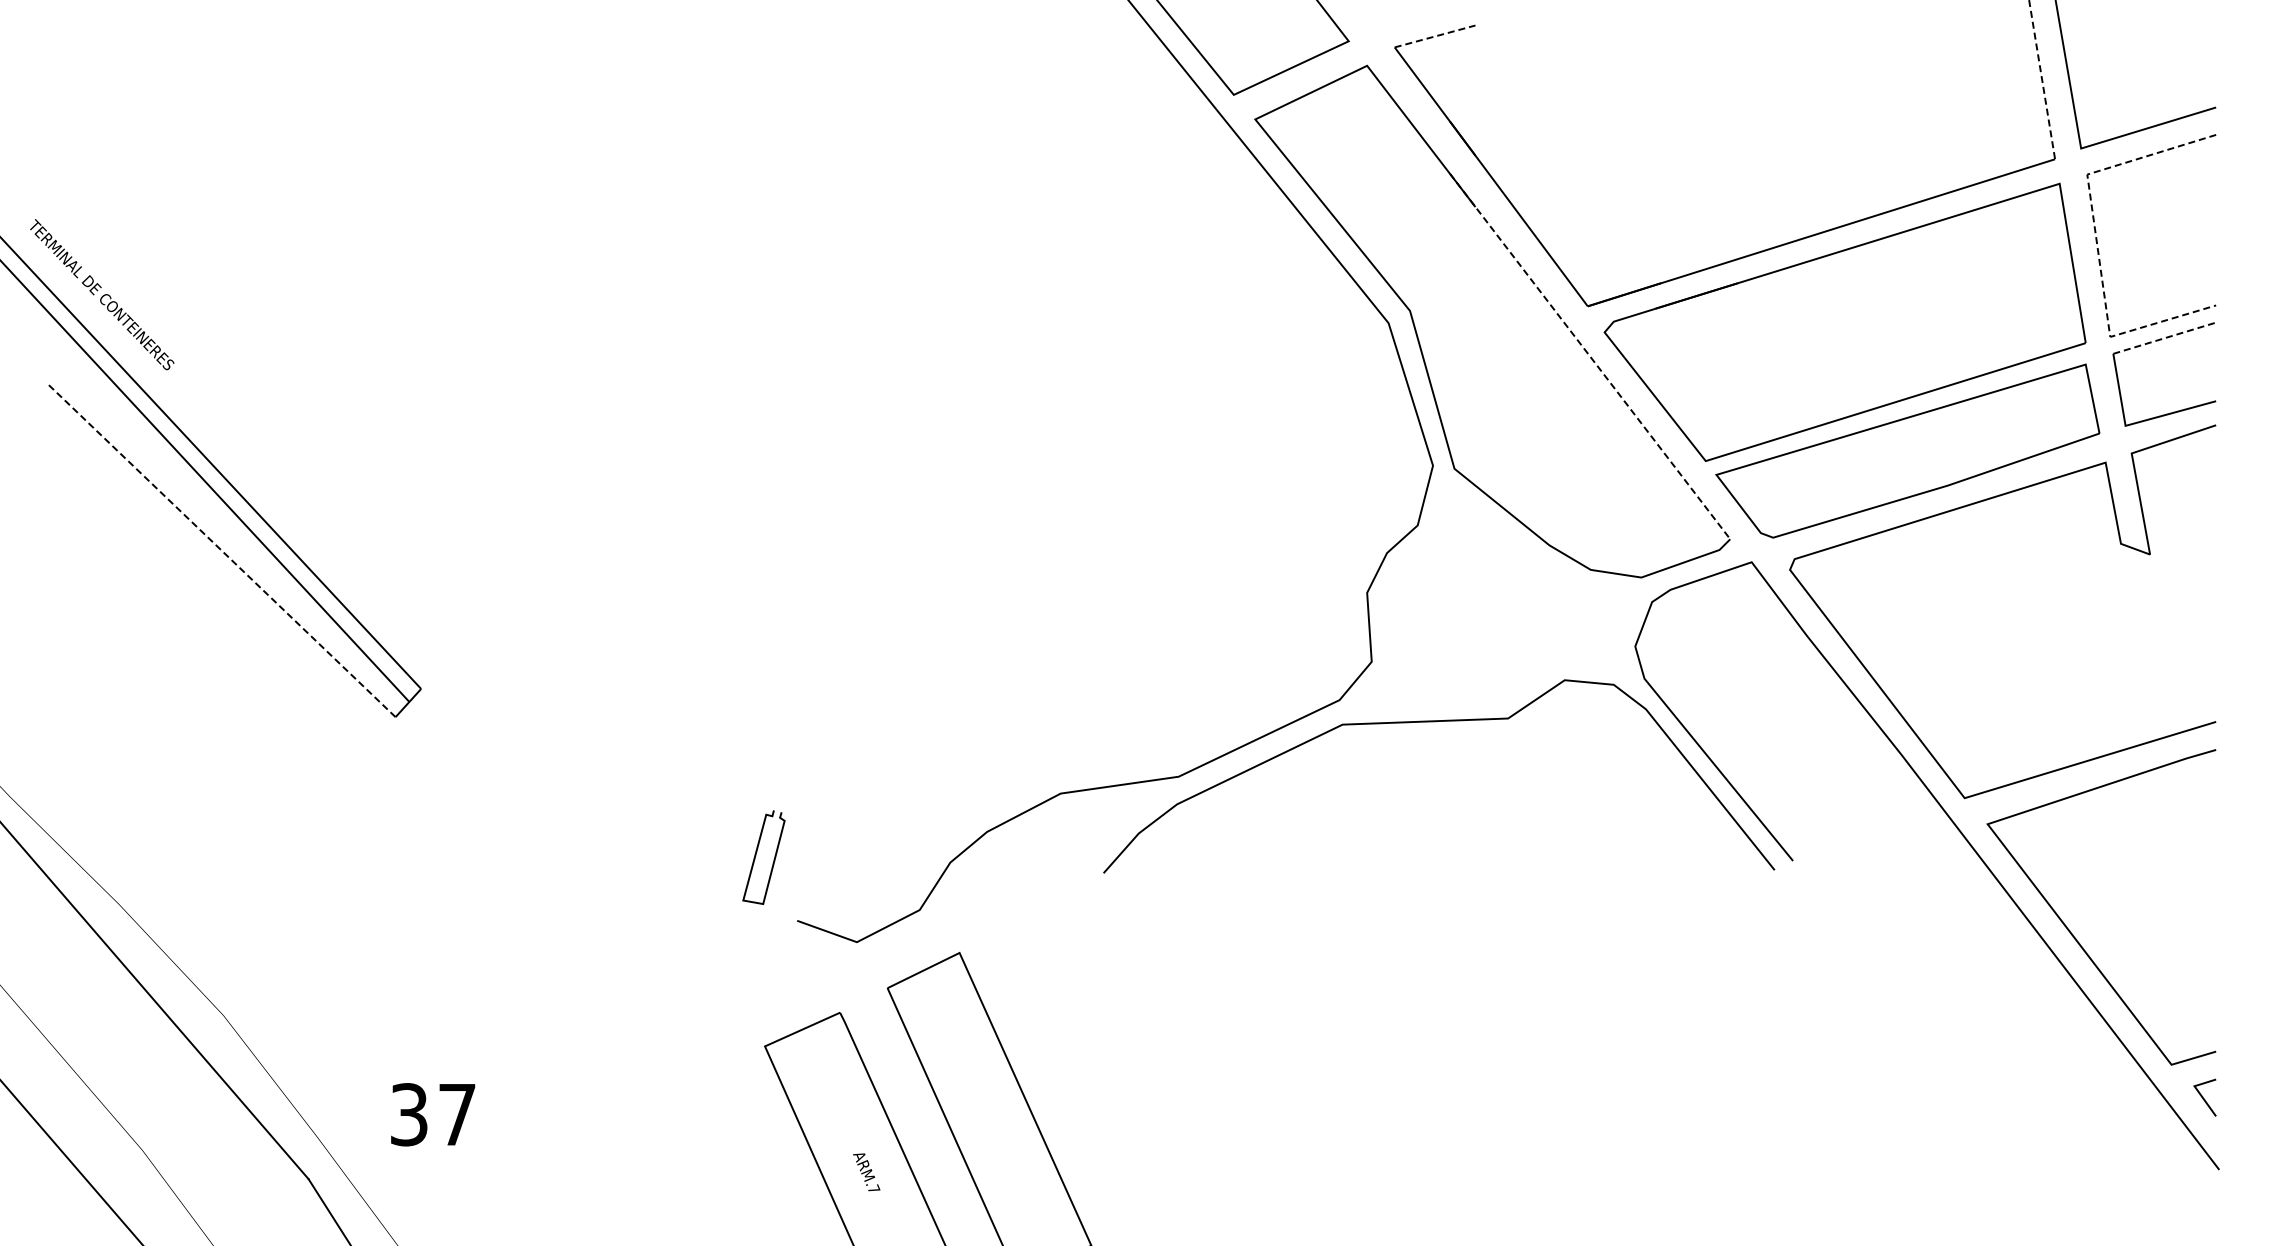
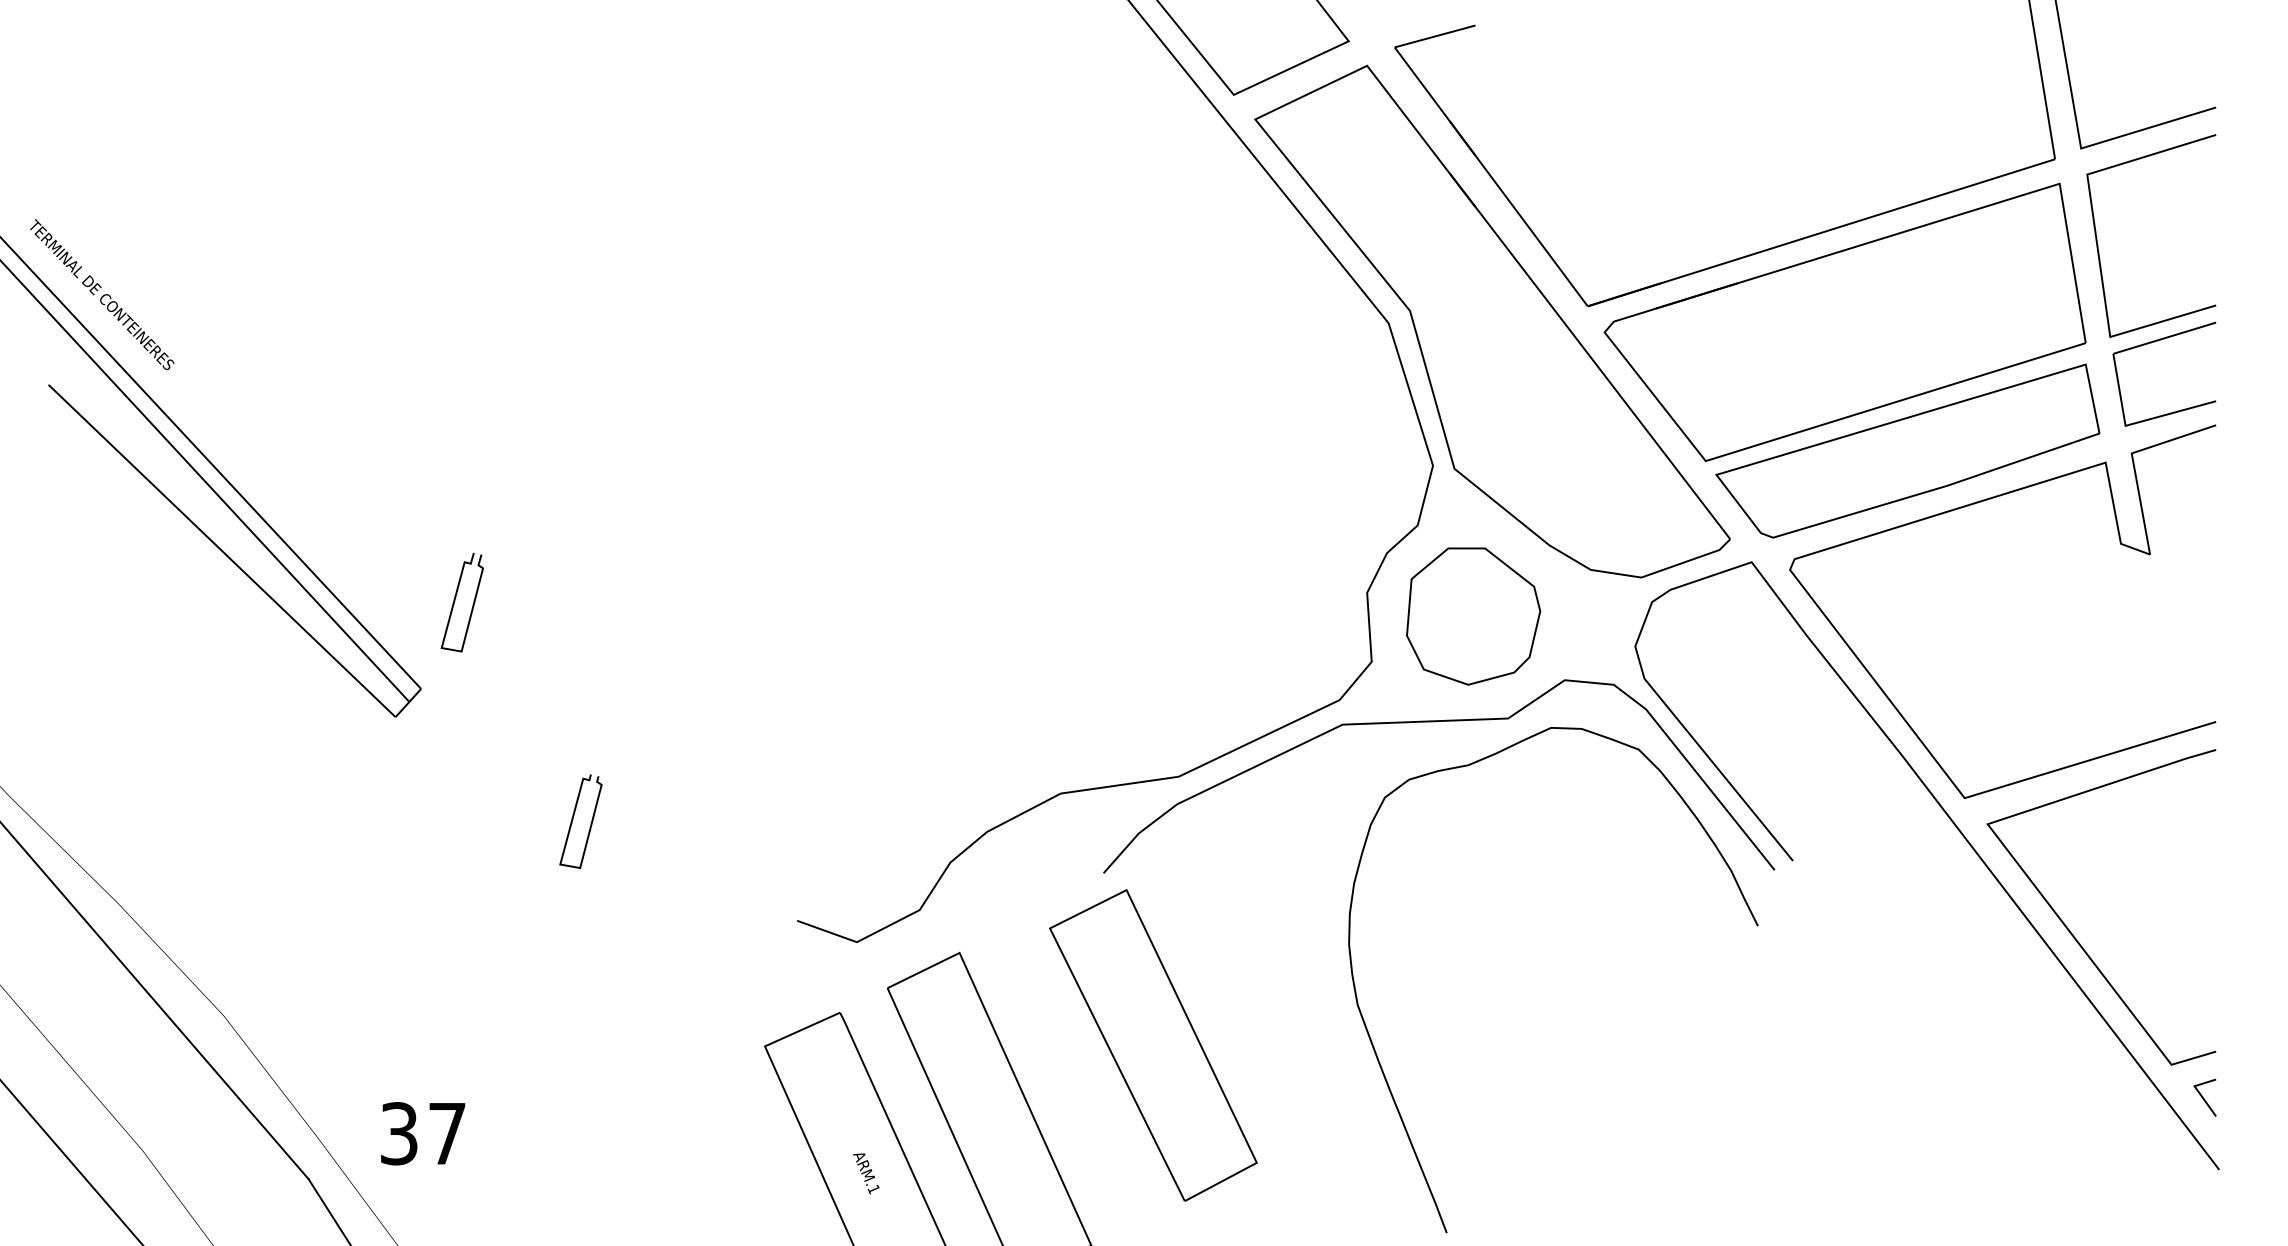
line at (1435, 36): dashed -> solid
line at (2042, 80): dashed -> solid
line at (2097, 244): dashed -> solid
line at (2164, 338): dashed -> solid
line at (1590, 356): dashed -> solid
line at (221, 550): dashed -> solid
curve at (455, 601): none -> present
part at (1473, 616): none -> present
curve at (756, 855) position: (756, 855) -> (573, 819)
part at (1153, 1045): none -> present
curve at (1374, 1046): none -> present
text at (433, 1114) position: (433, 1114) -> (423, 1133)
text at (873, 1189): ARM.7 -> ARM.1
